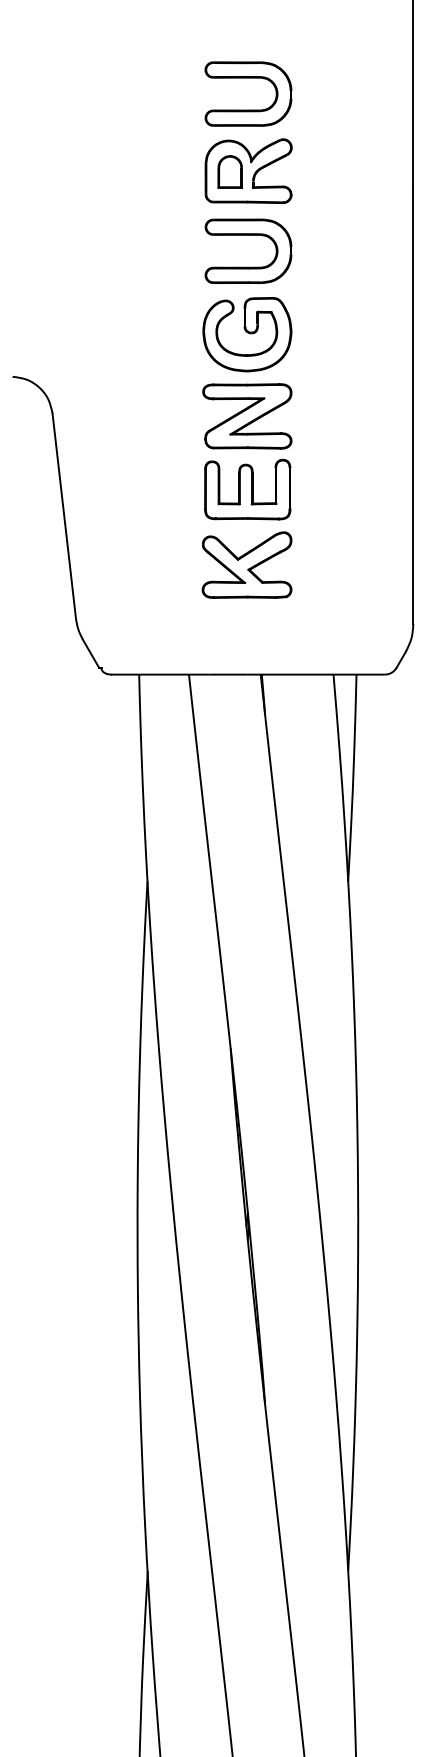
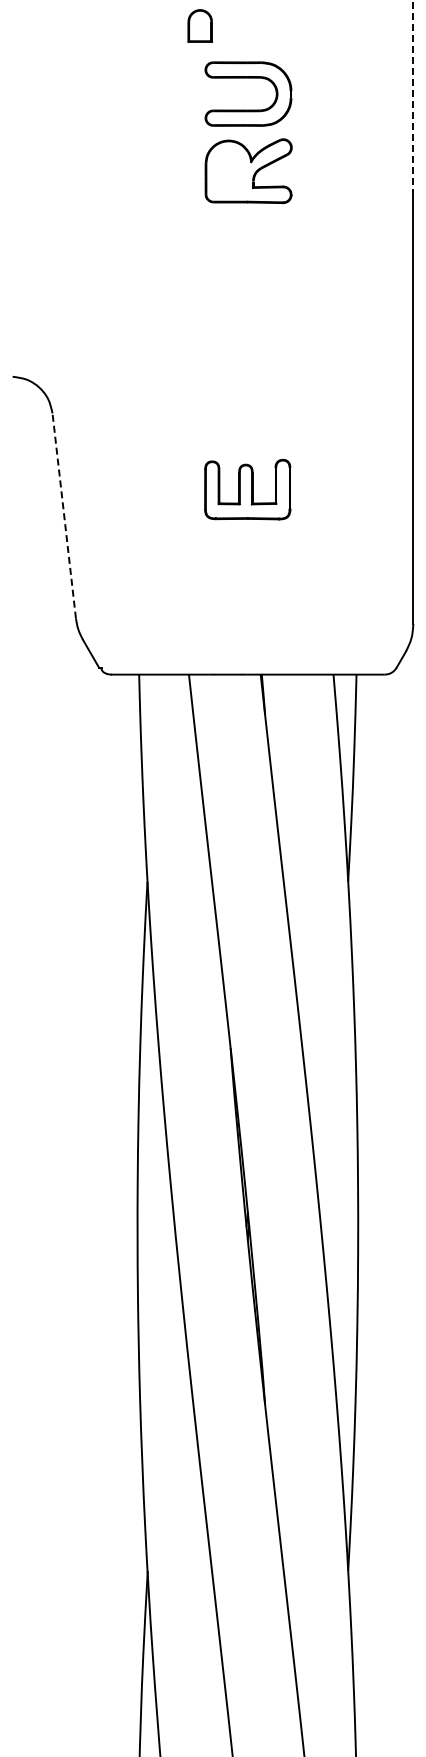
line at (413, 96): solid -> dashed
part at (229, 171) position: (229, 171) -> (199, 25)
part at (248, 235): present -> none
part at (247, 334): present -> none
part at (247, 416): present -> none
line at (64, 515): solid -> dashed
part at (246, 564): present -> none
